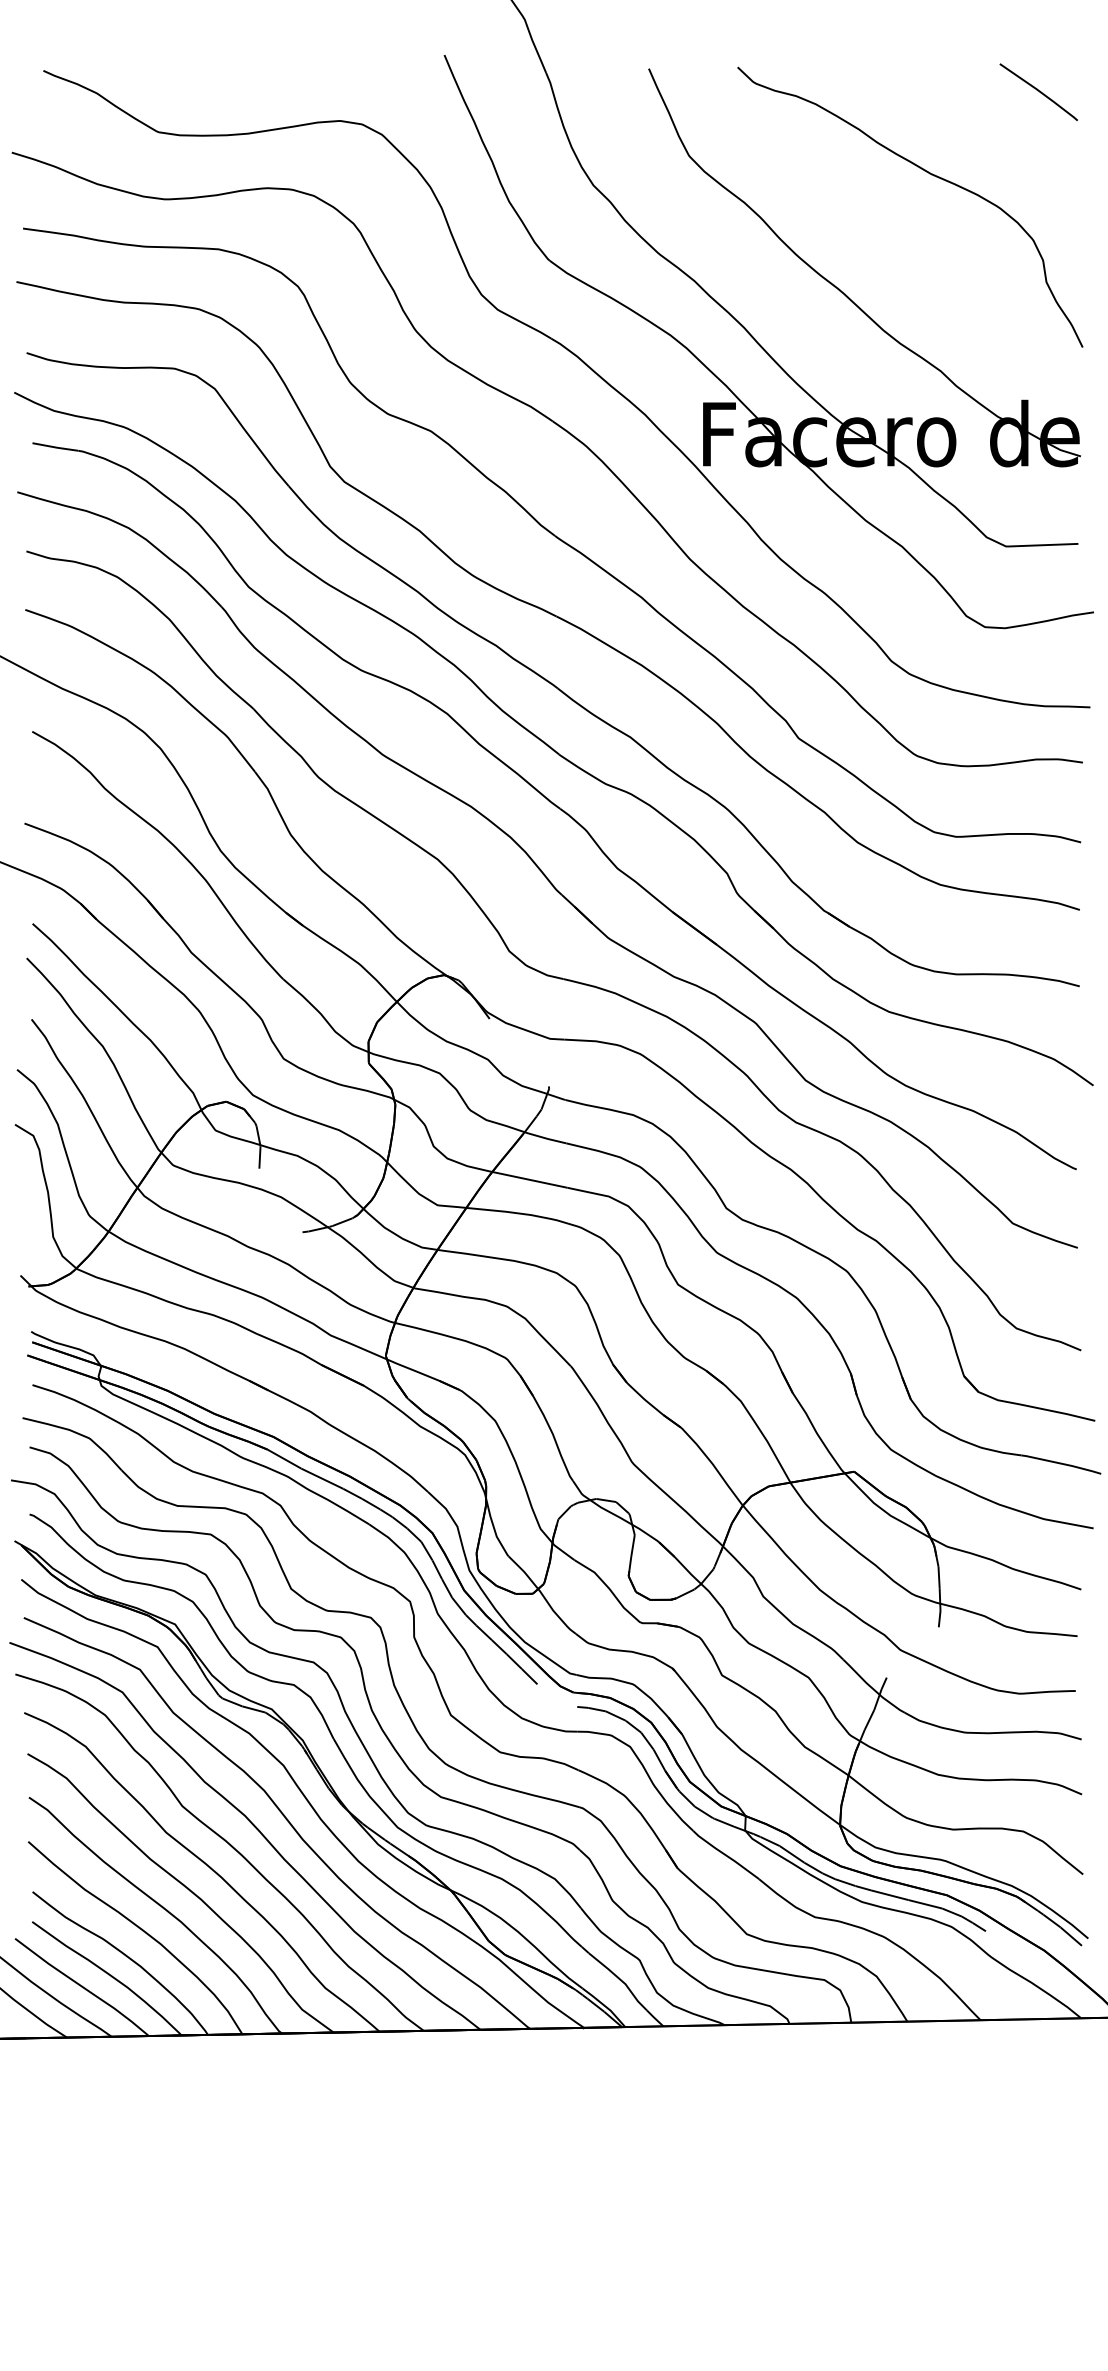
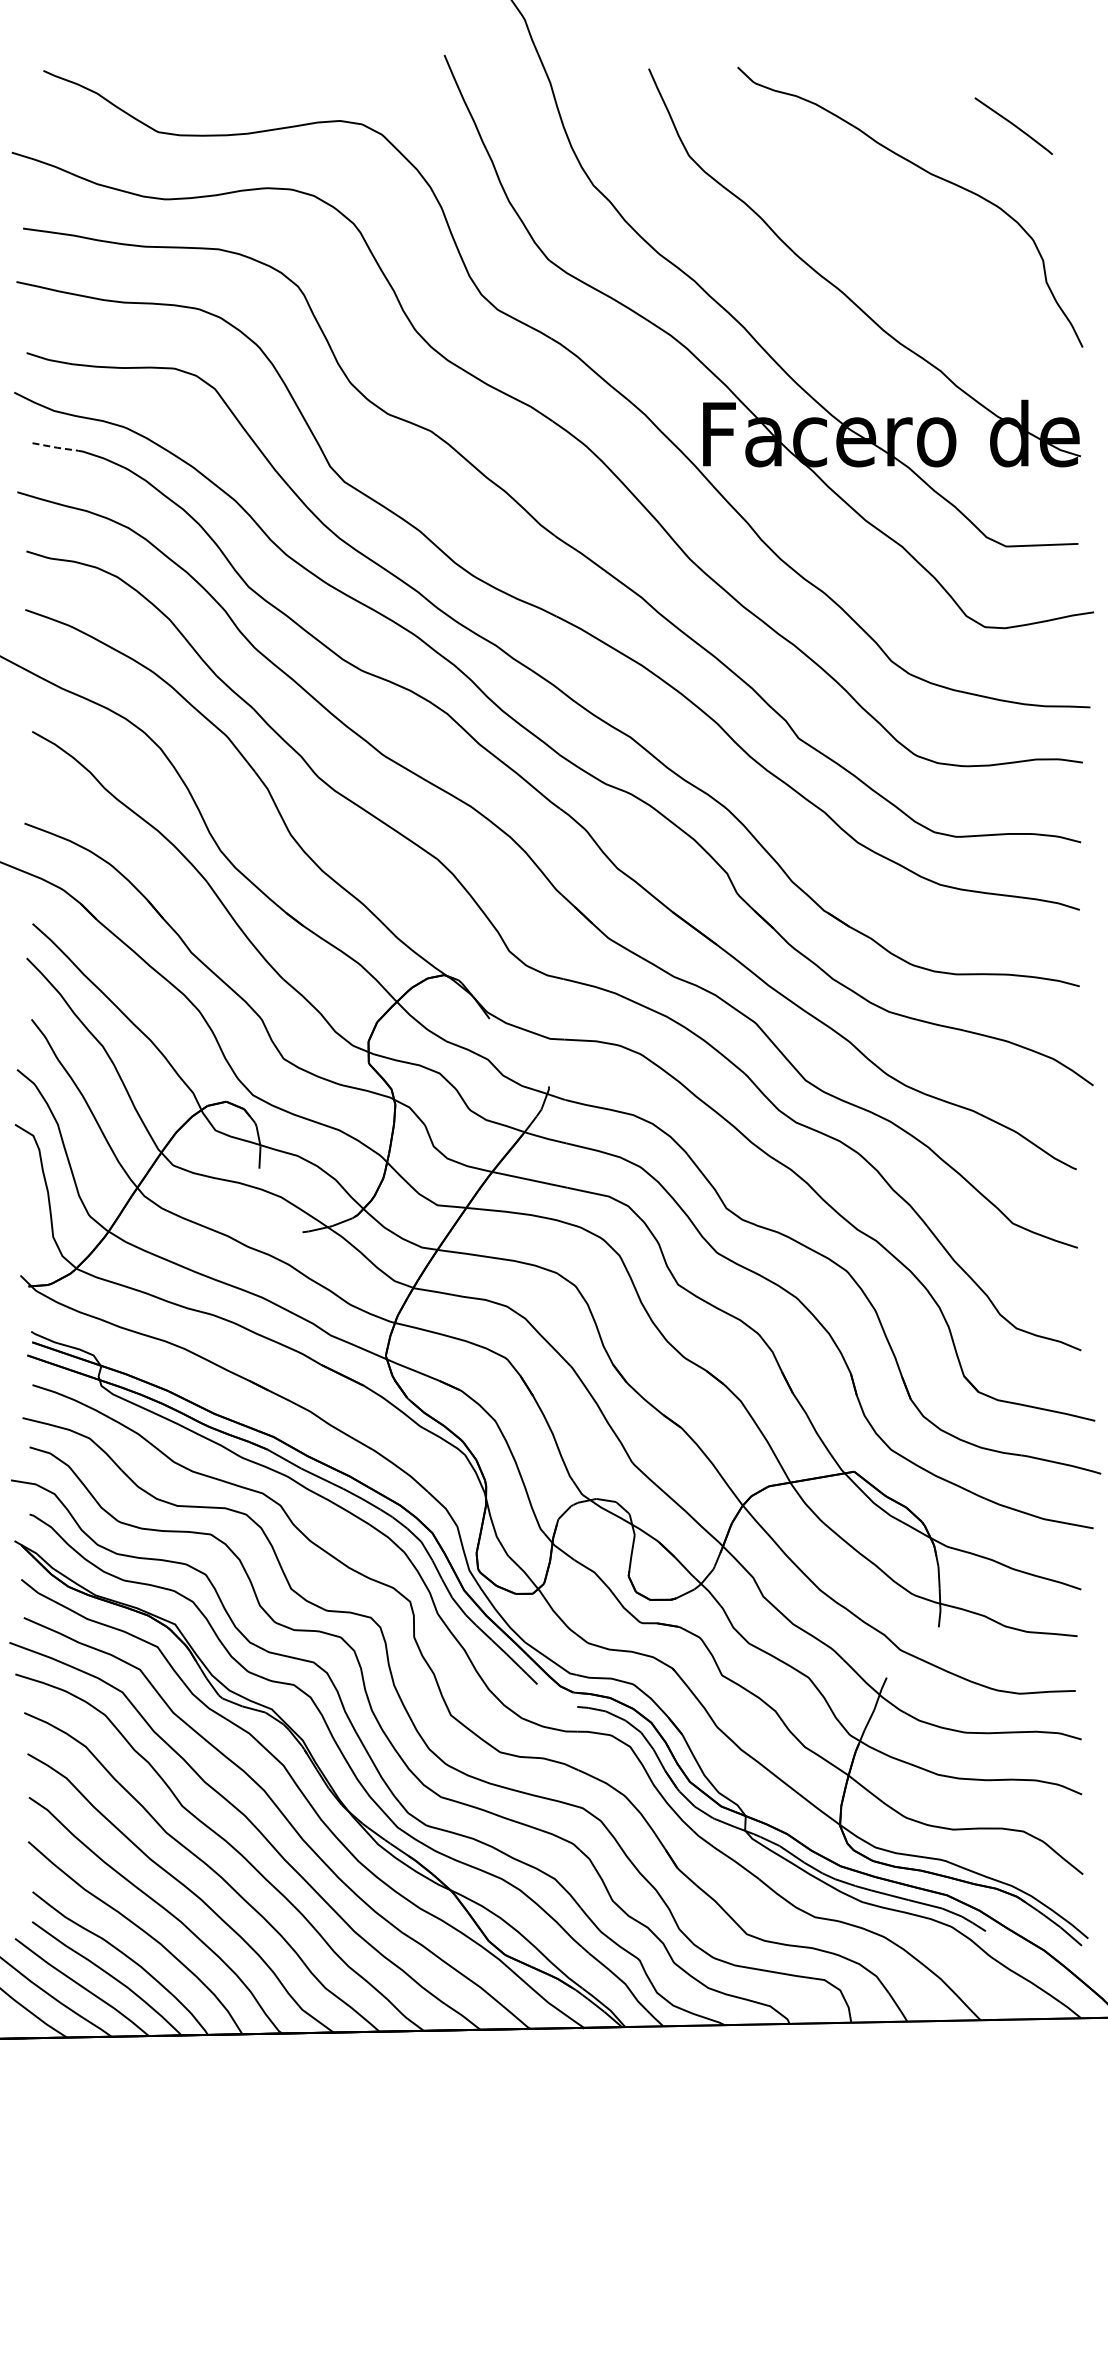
line at (1038, 91) position: (1038, 91) -> (1013, 125)
line at (56, 447): solid -> dashed
